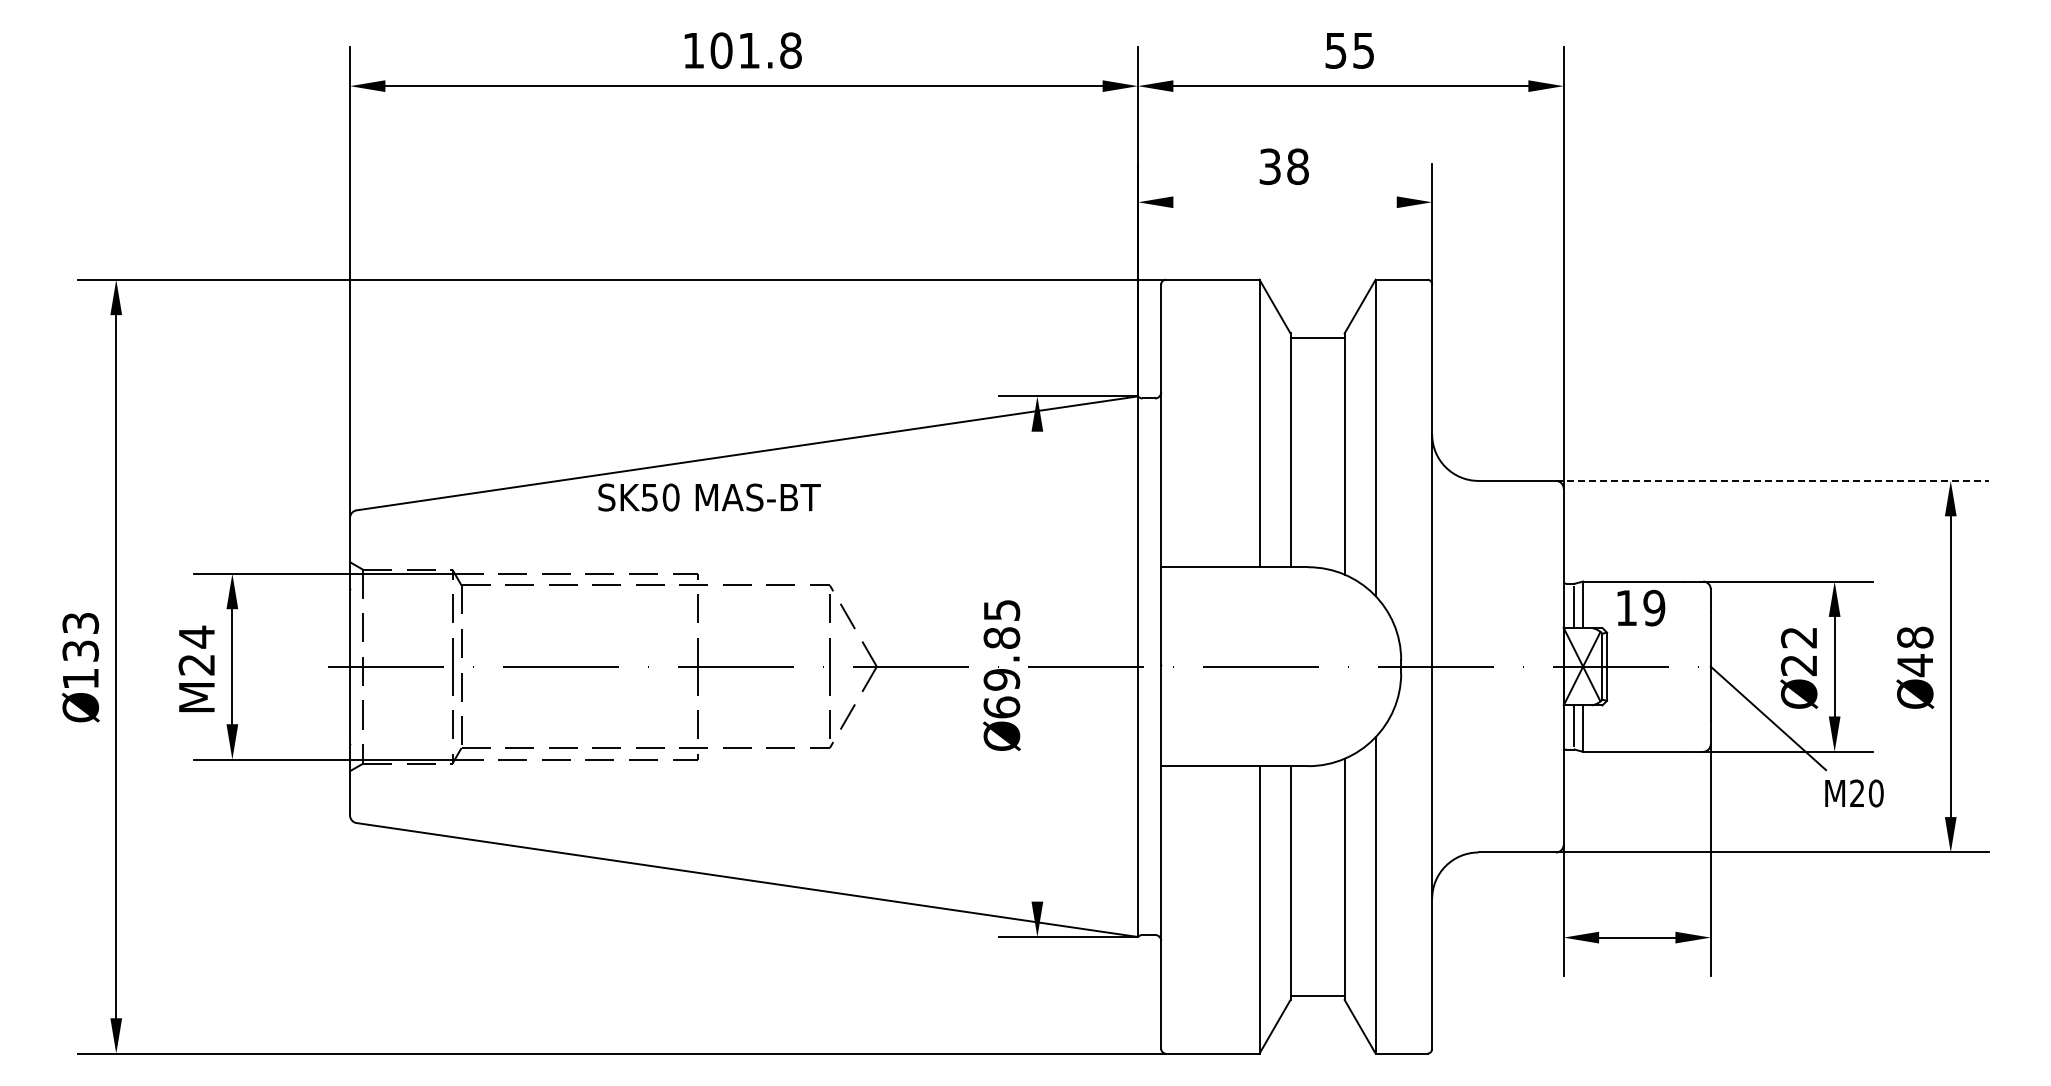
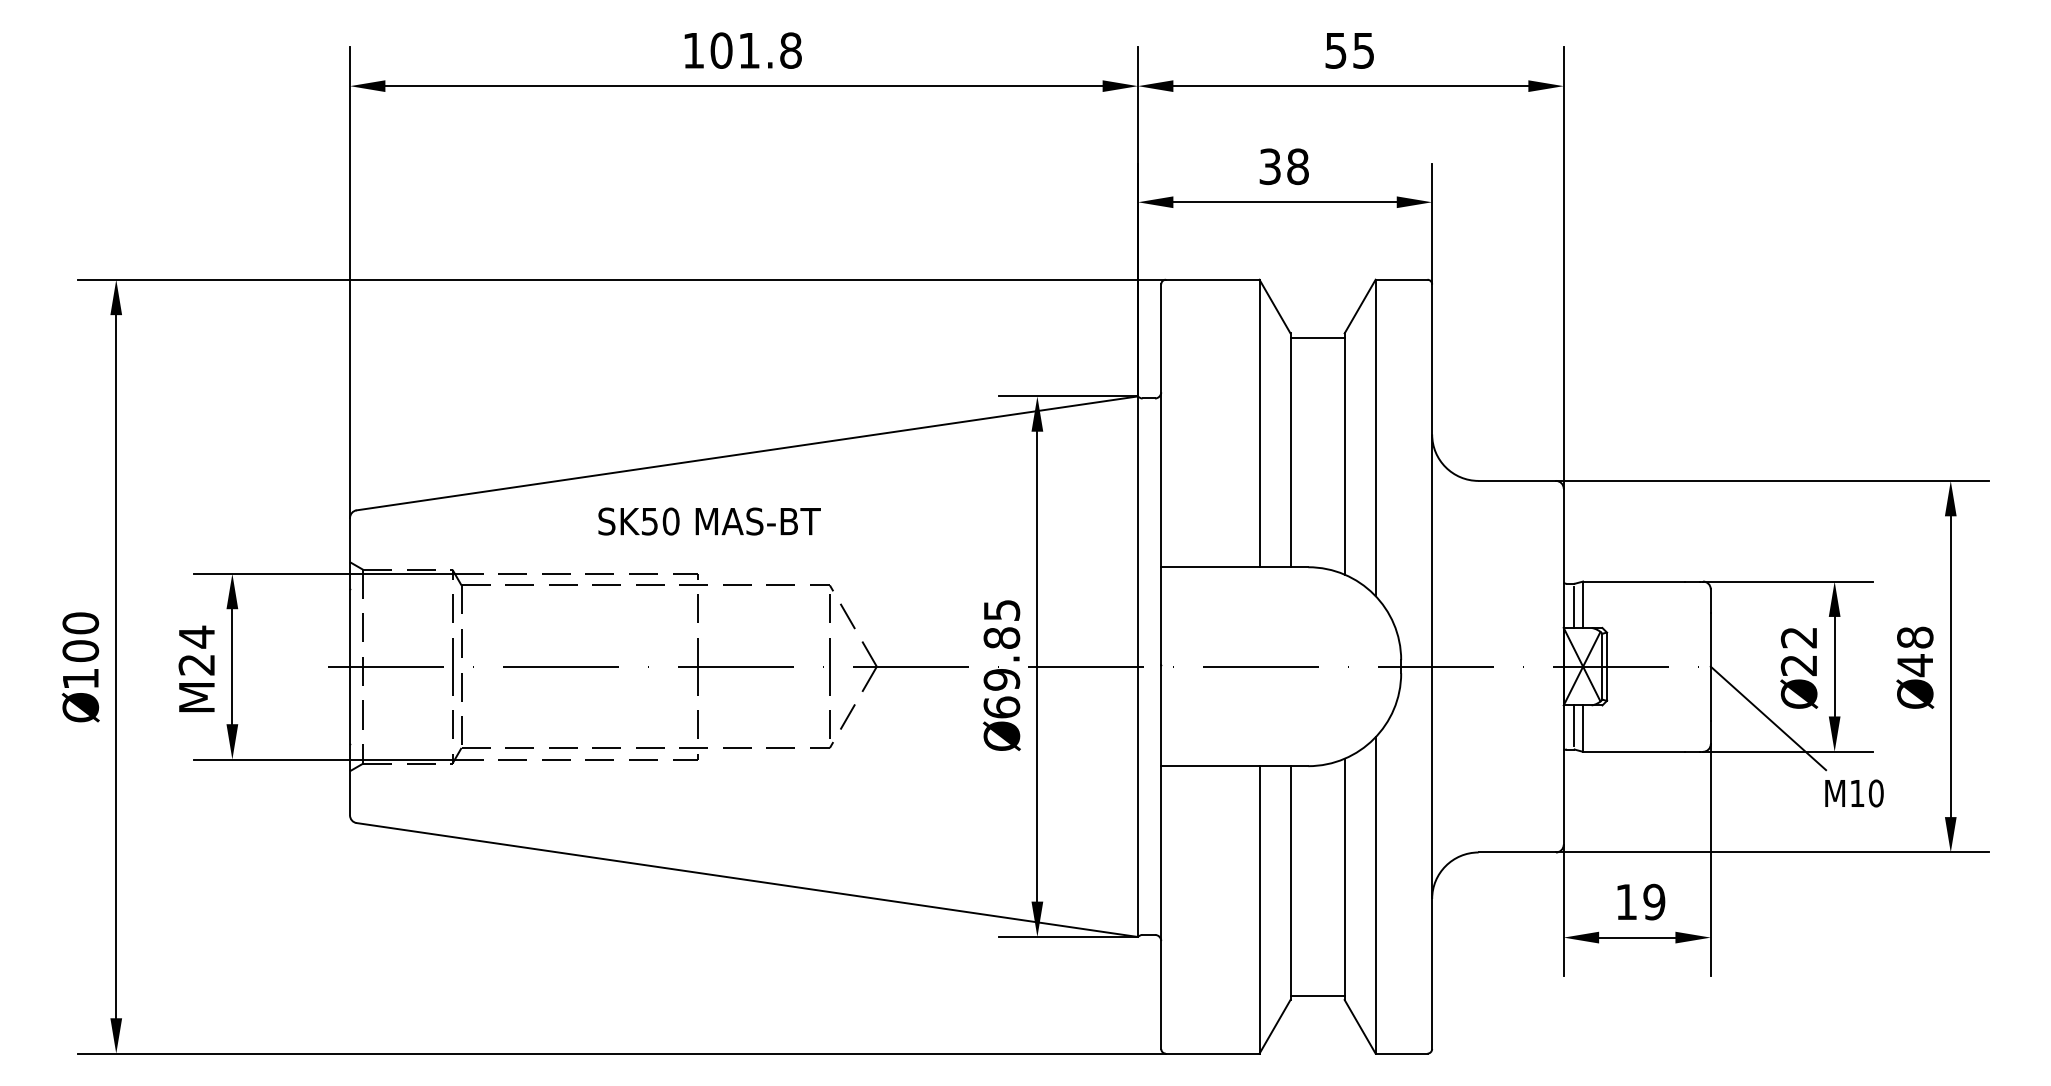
line at (1284, 202): none -> present
line at (1772, 480): dashed -> solid
text at (709, 497) position: (709, 497) -> (709, 521)
text at (1641, 607) position: (1641, 607) -> (1641, 901)
text at (80, 637): 133 -> 100
line at (1037, 666): none -> present
text at (1857, 792): M20 -> M10
